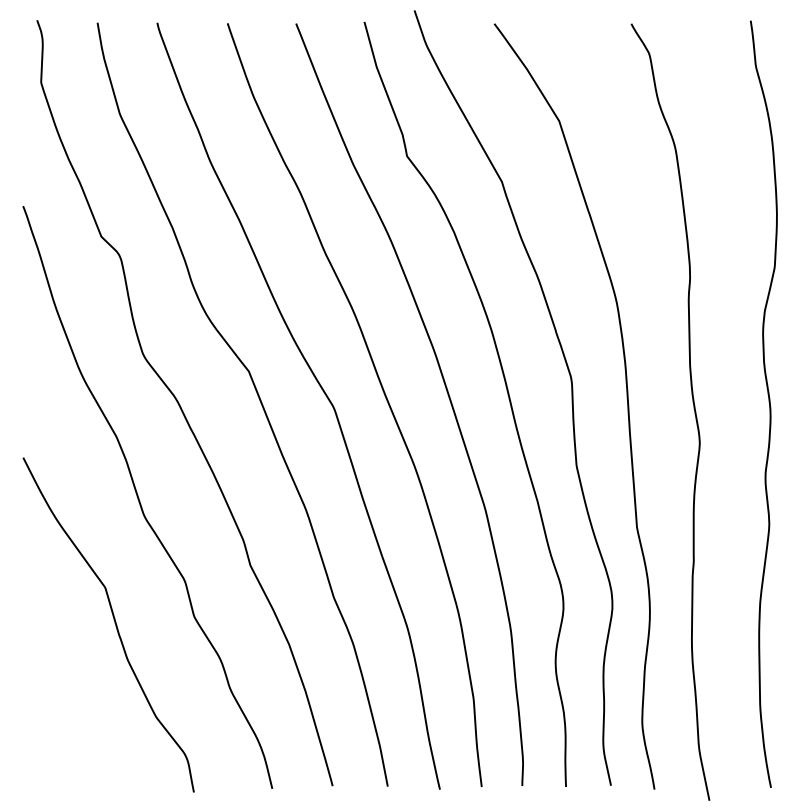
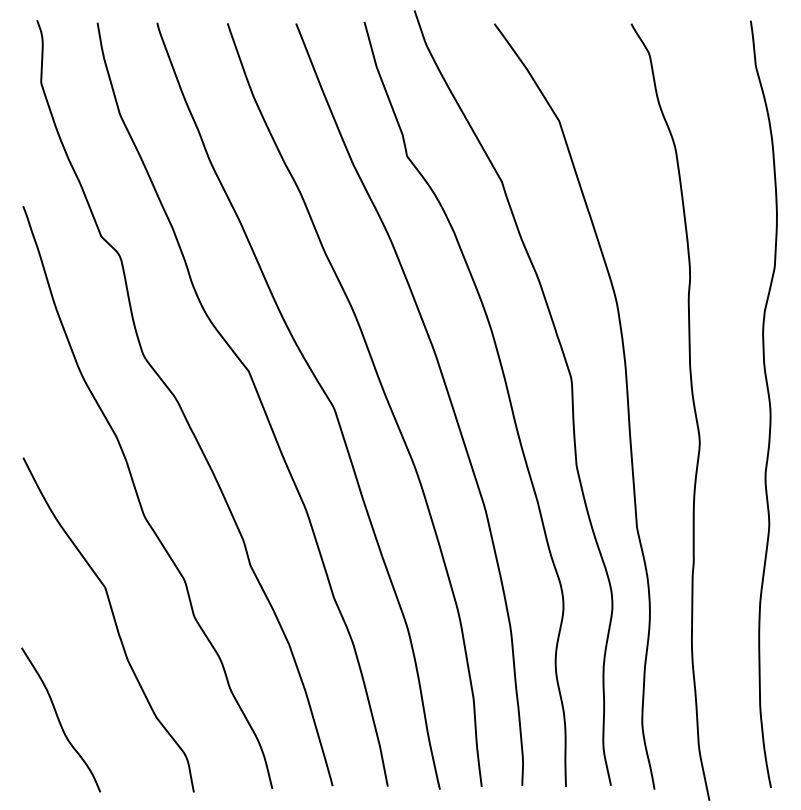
curve at (59, 719): none -> present
